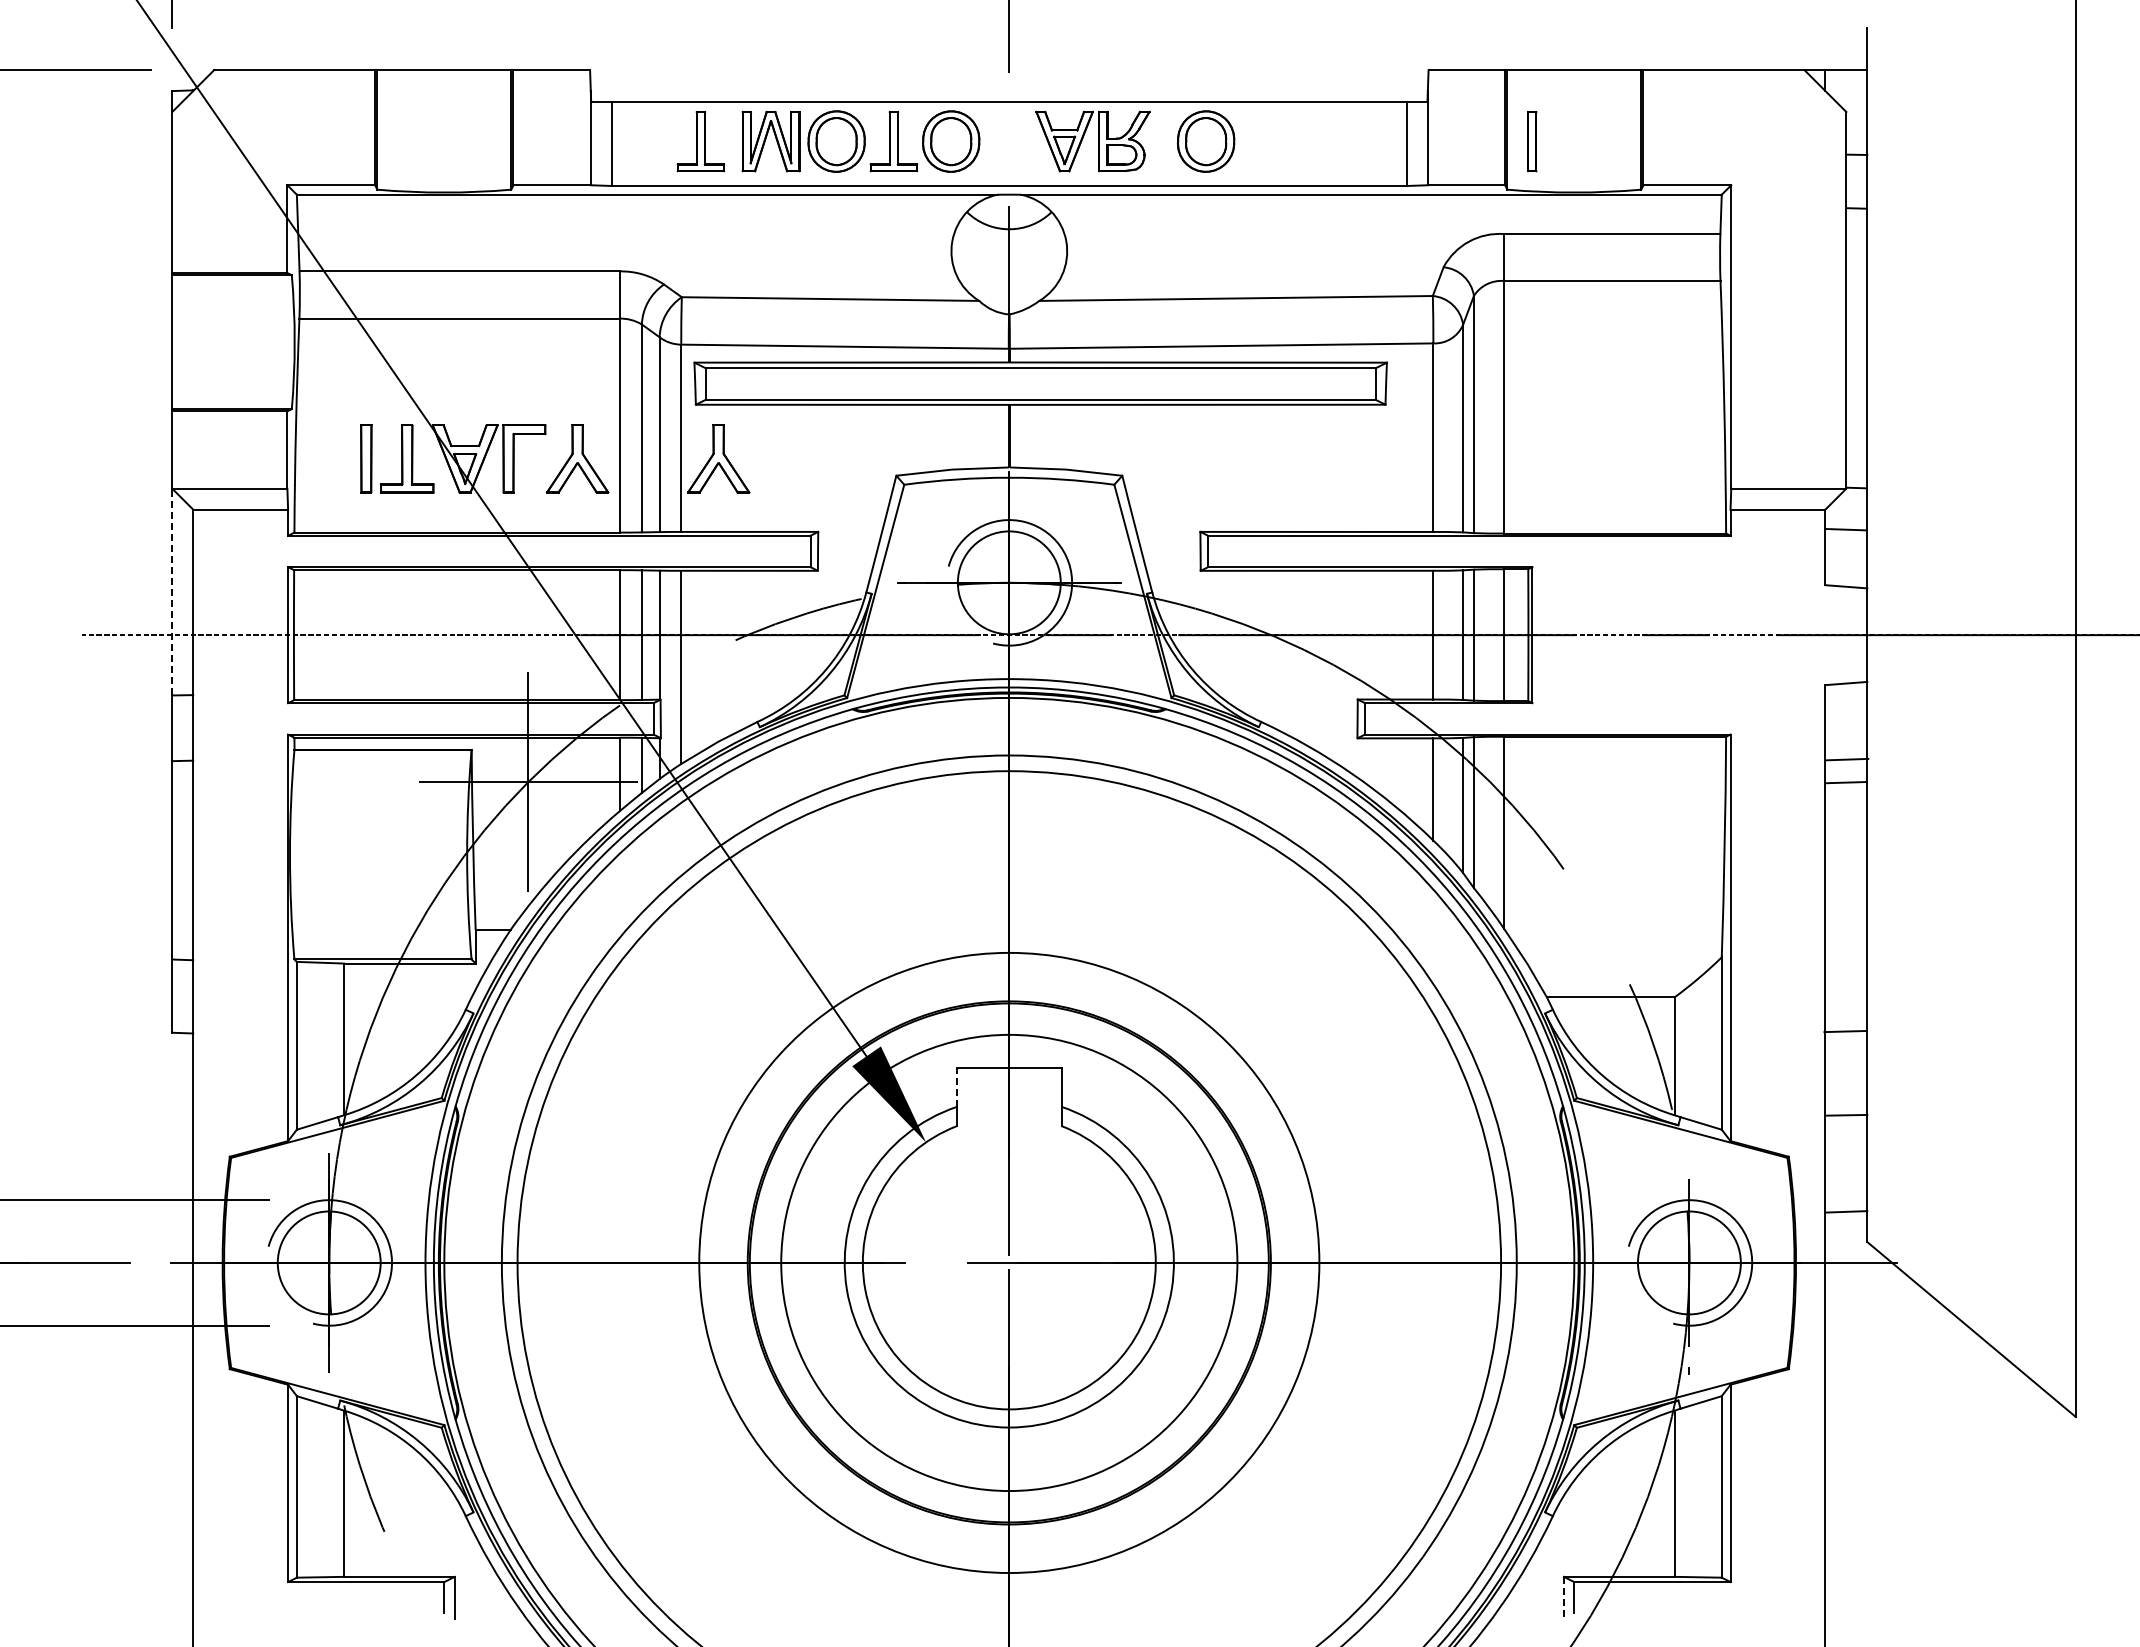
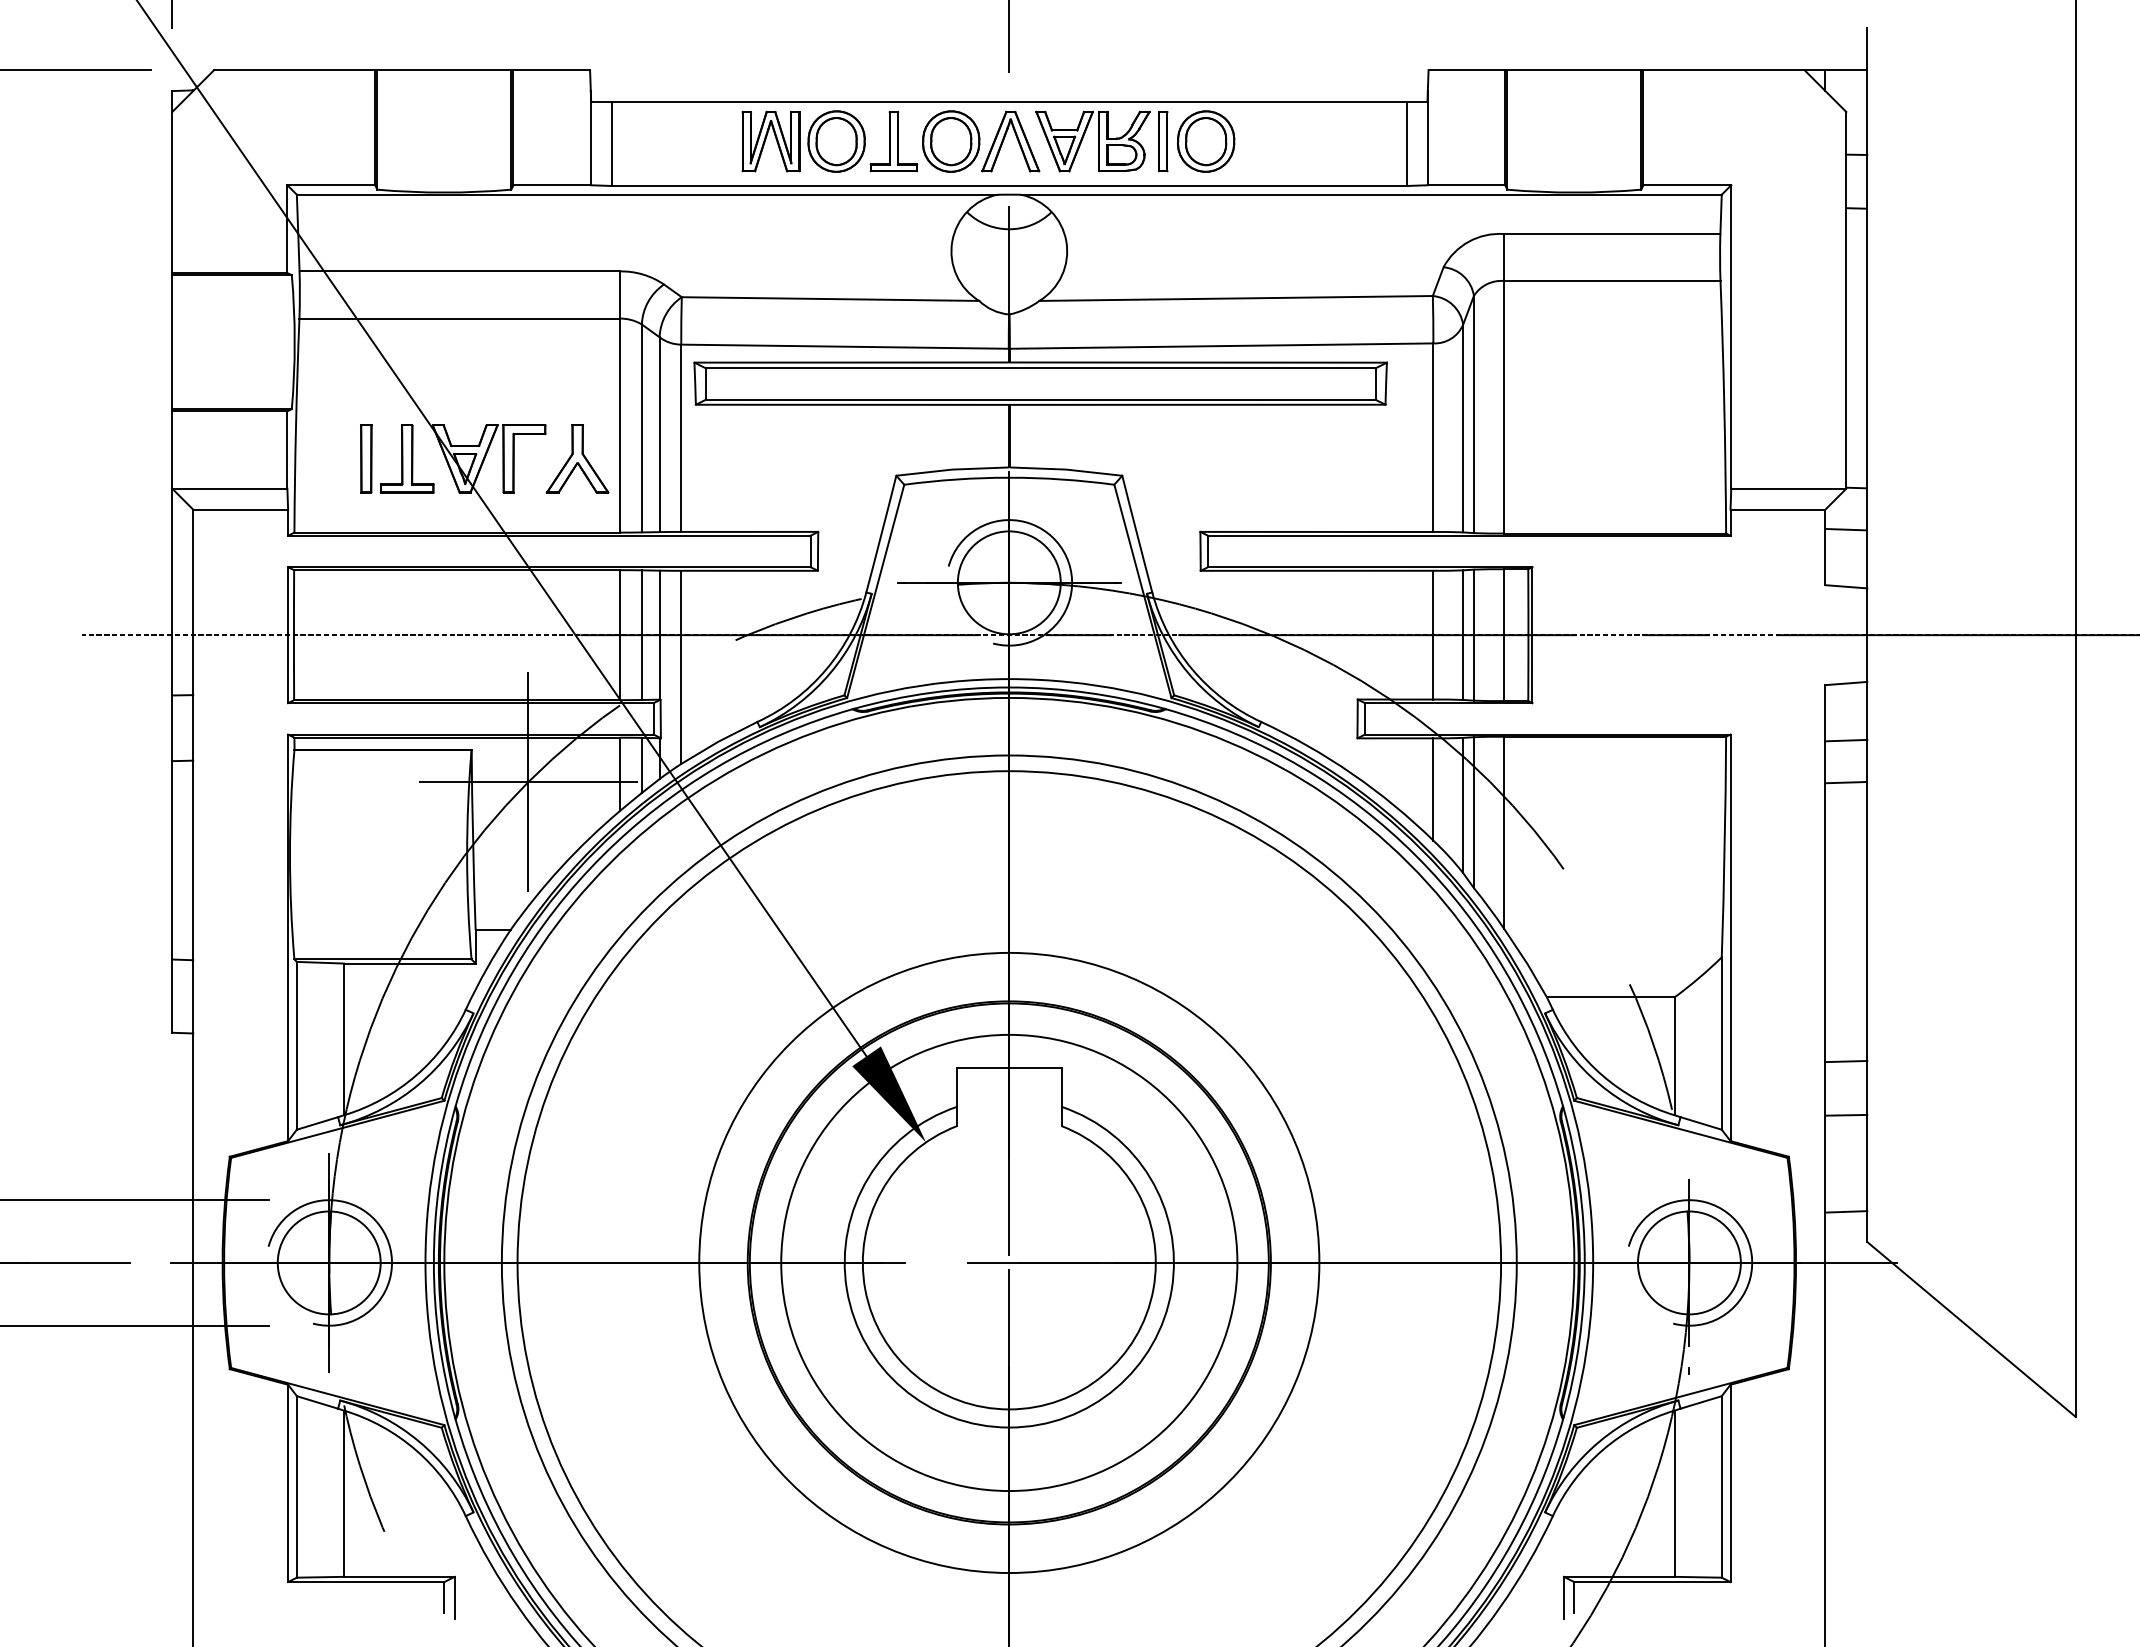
part at (1004, 140): none -> present
part at (700, 141): present -> none
part at (1532, 141) position: (1532, 141) -> (1163, 141)
part at (718, 458): present -> none
line at (172, 591): dashed -> solid
line at (1847, 759) position: (1847, 759) -> (1846, 740)
line at (1845, 1031) position: (1845, 1031) -> (1846, 1061)
line at (957, 1087): dashed -> solid
line at (1563, 1597): dashed -> solid
